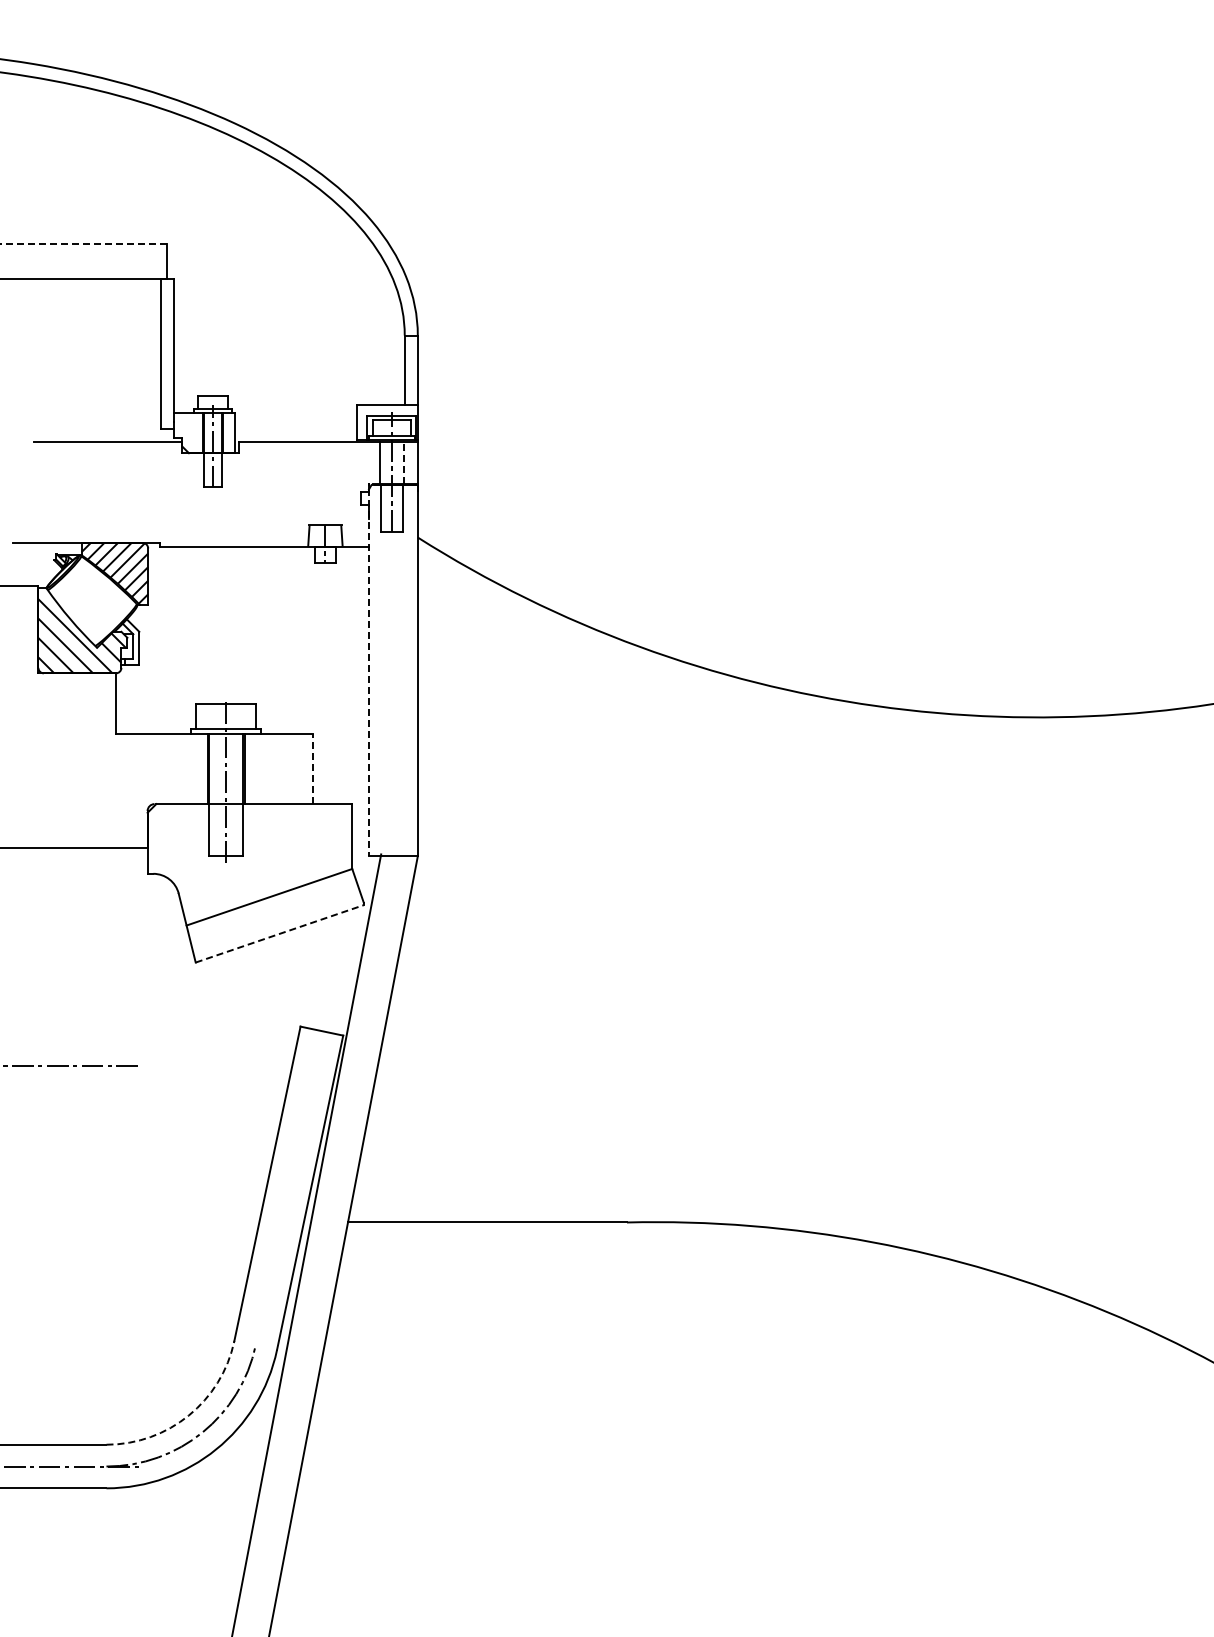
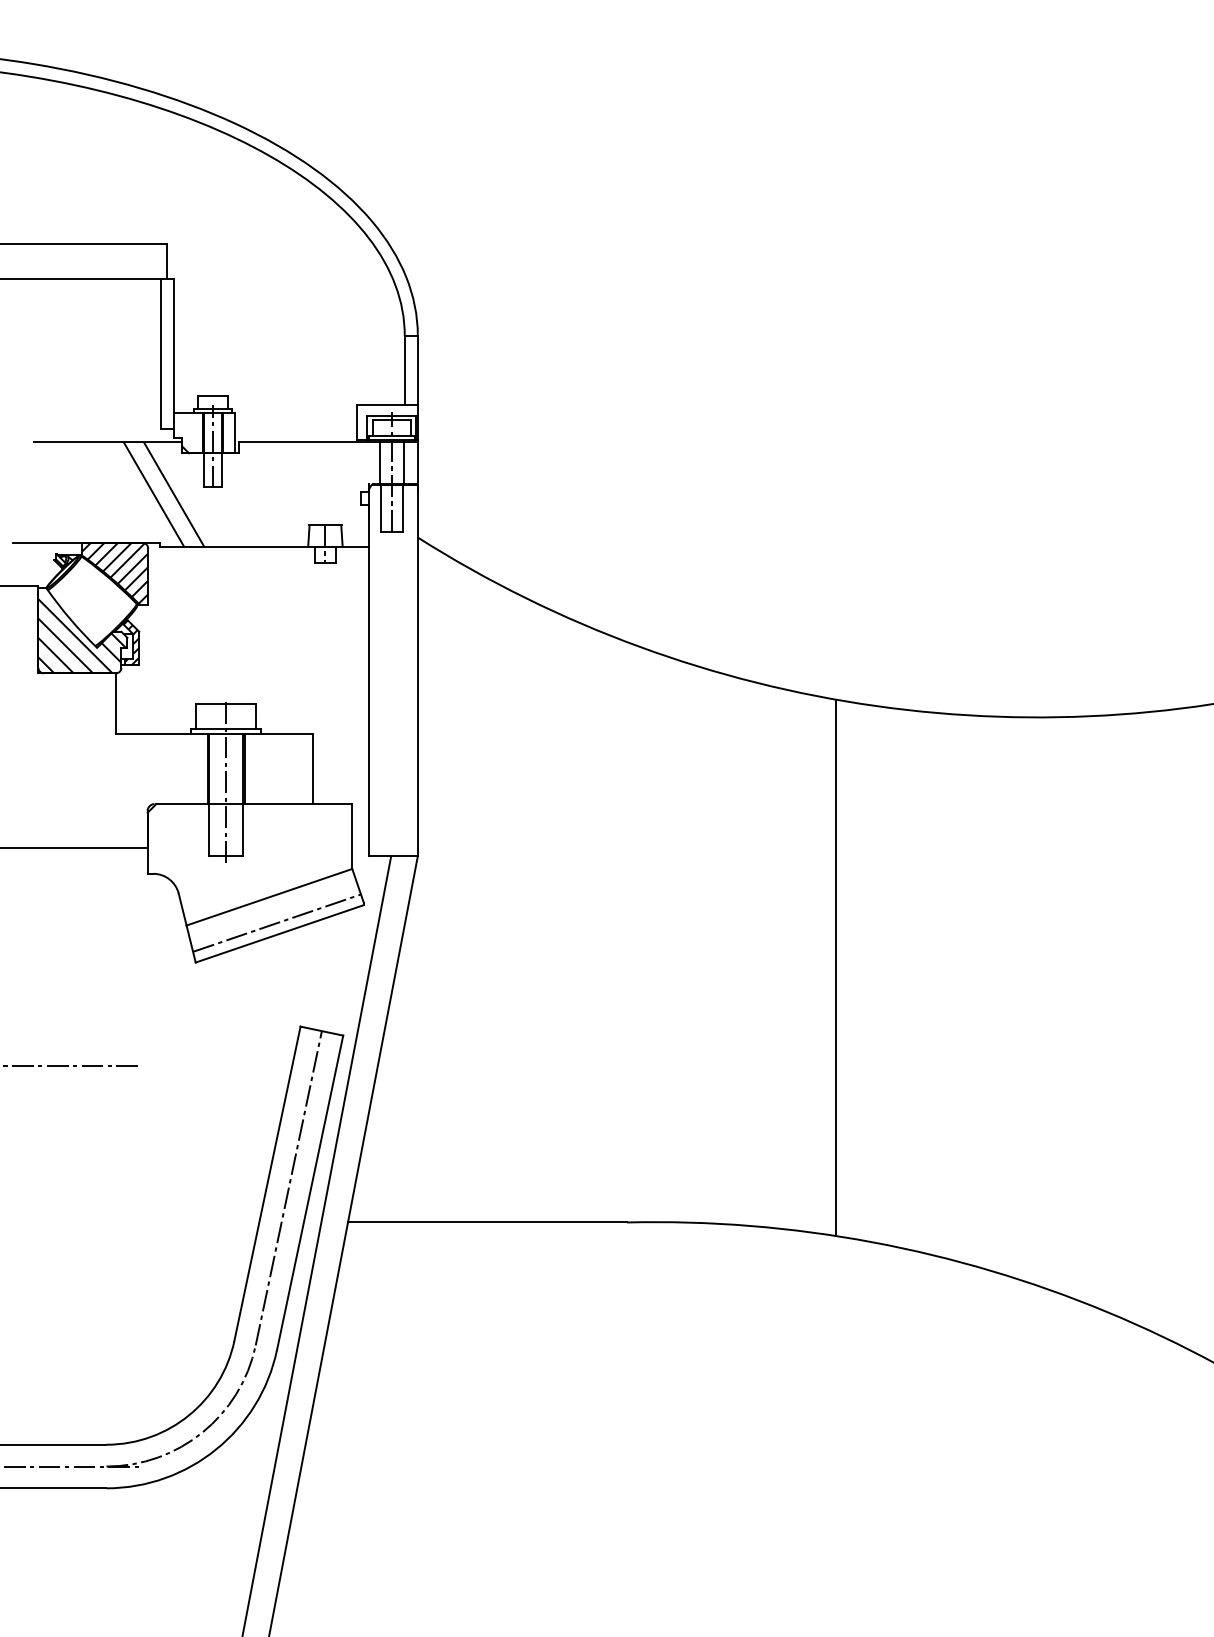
line at (83, 243): dashed -> solid
line at (403, 462): dashed -> solid
line at (153, 494): none -> present
line at (173, 494): none -> present
hatch at (131, 642): none -> present
line at (369, 673): dashed -> solid
line at (313, 769): dashed -> solid
line at (276, 922): none -> present
line at (279, 933): dashed -> solid
line at (836, 967): none -> present
line at (288, 1188): none -> present
line at (306, 1243) position: (306, 1243) -> (316, 1244)
arc at (188, 1415): dashed -> solid
